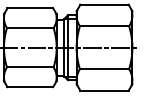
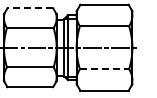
line at (30, 8): solid -> dashed
line at (104, 69): solid -> dashed
